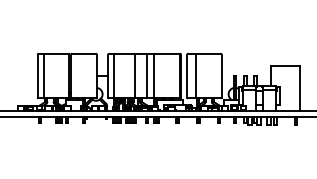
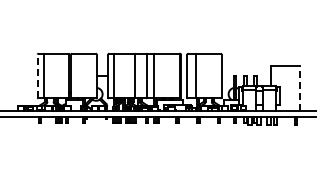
line at (37, 76): solid -> dashed
line at (300, 87): solid -> dashed
